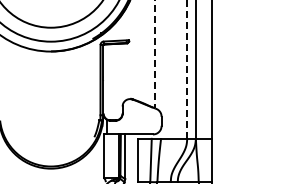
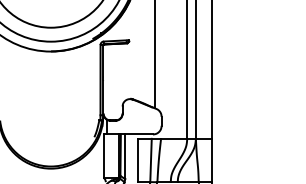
line at (155, 54): dashed -> solid
line at (187, 69): dashed -> solid
